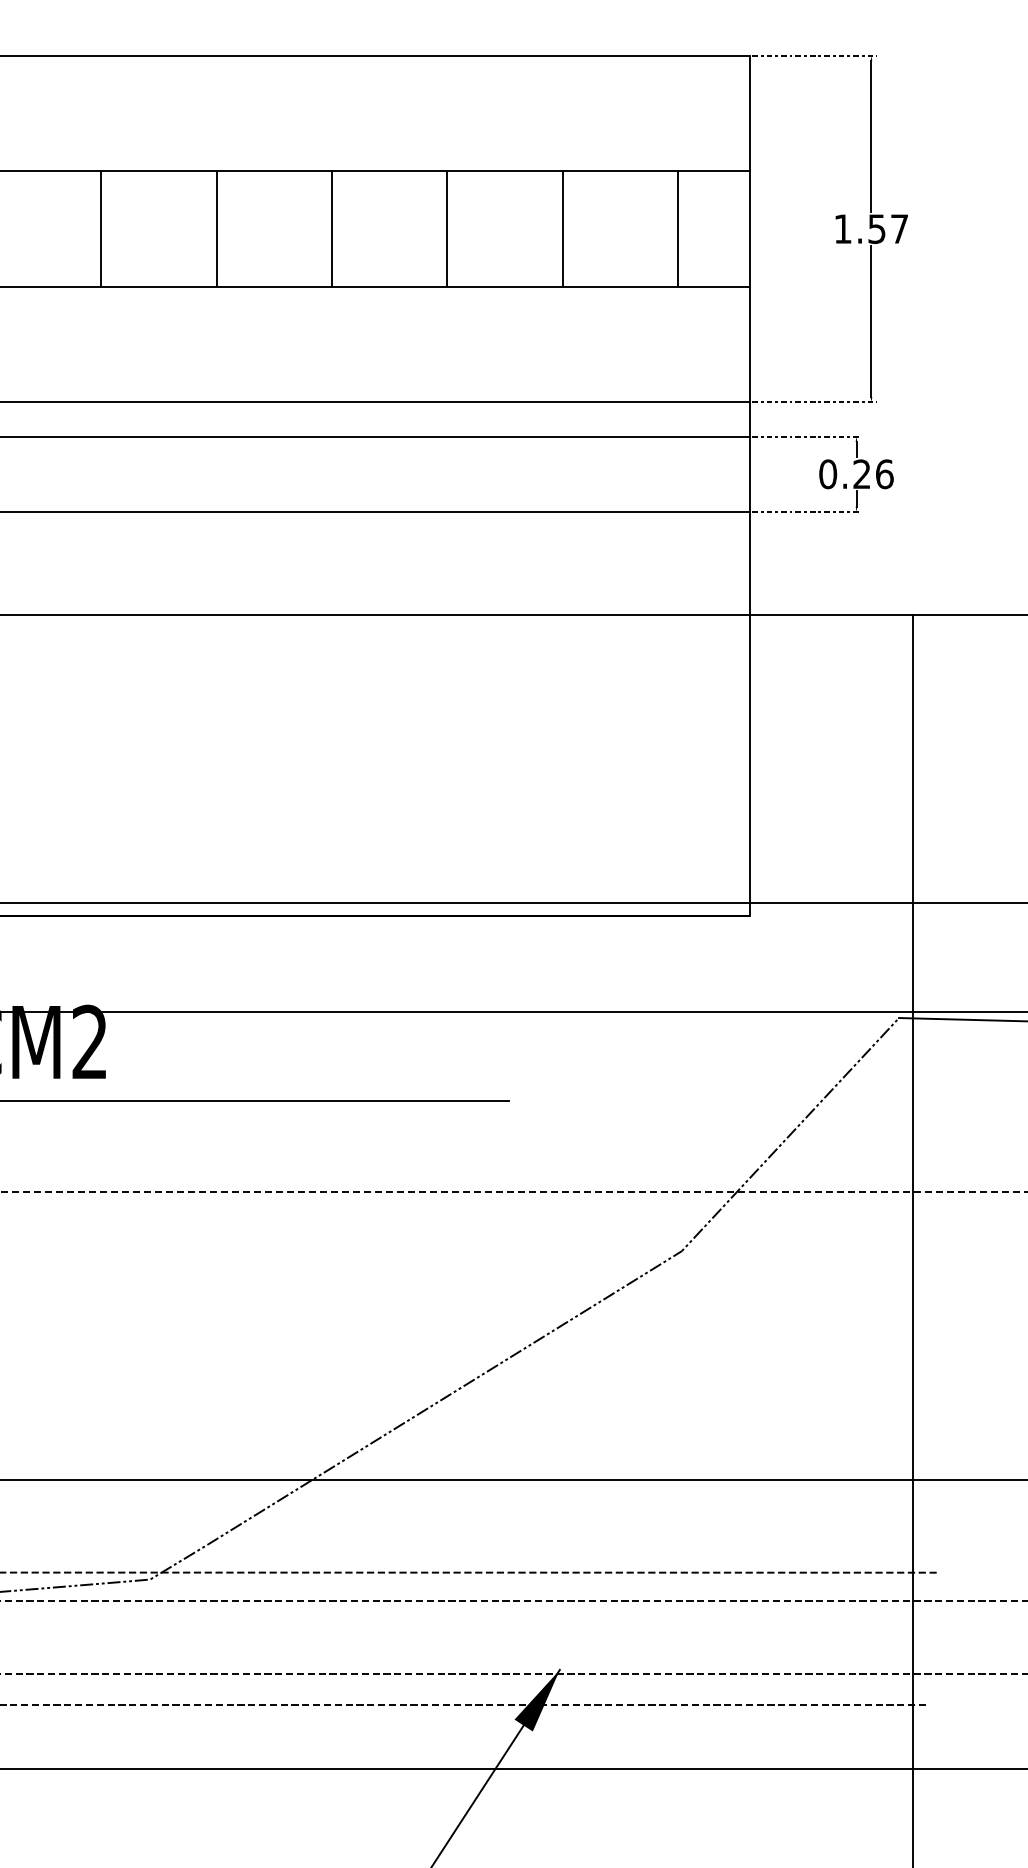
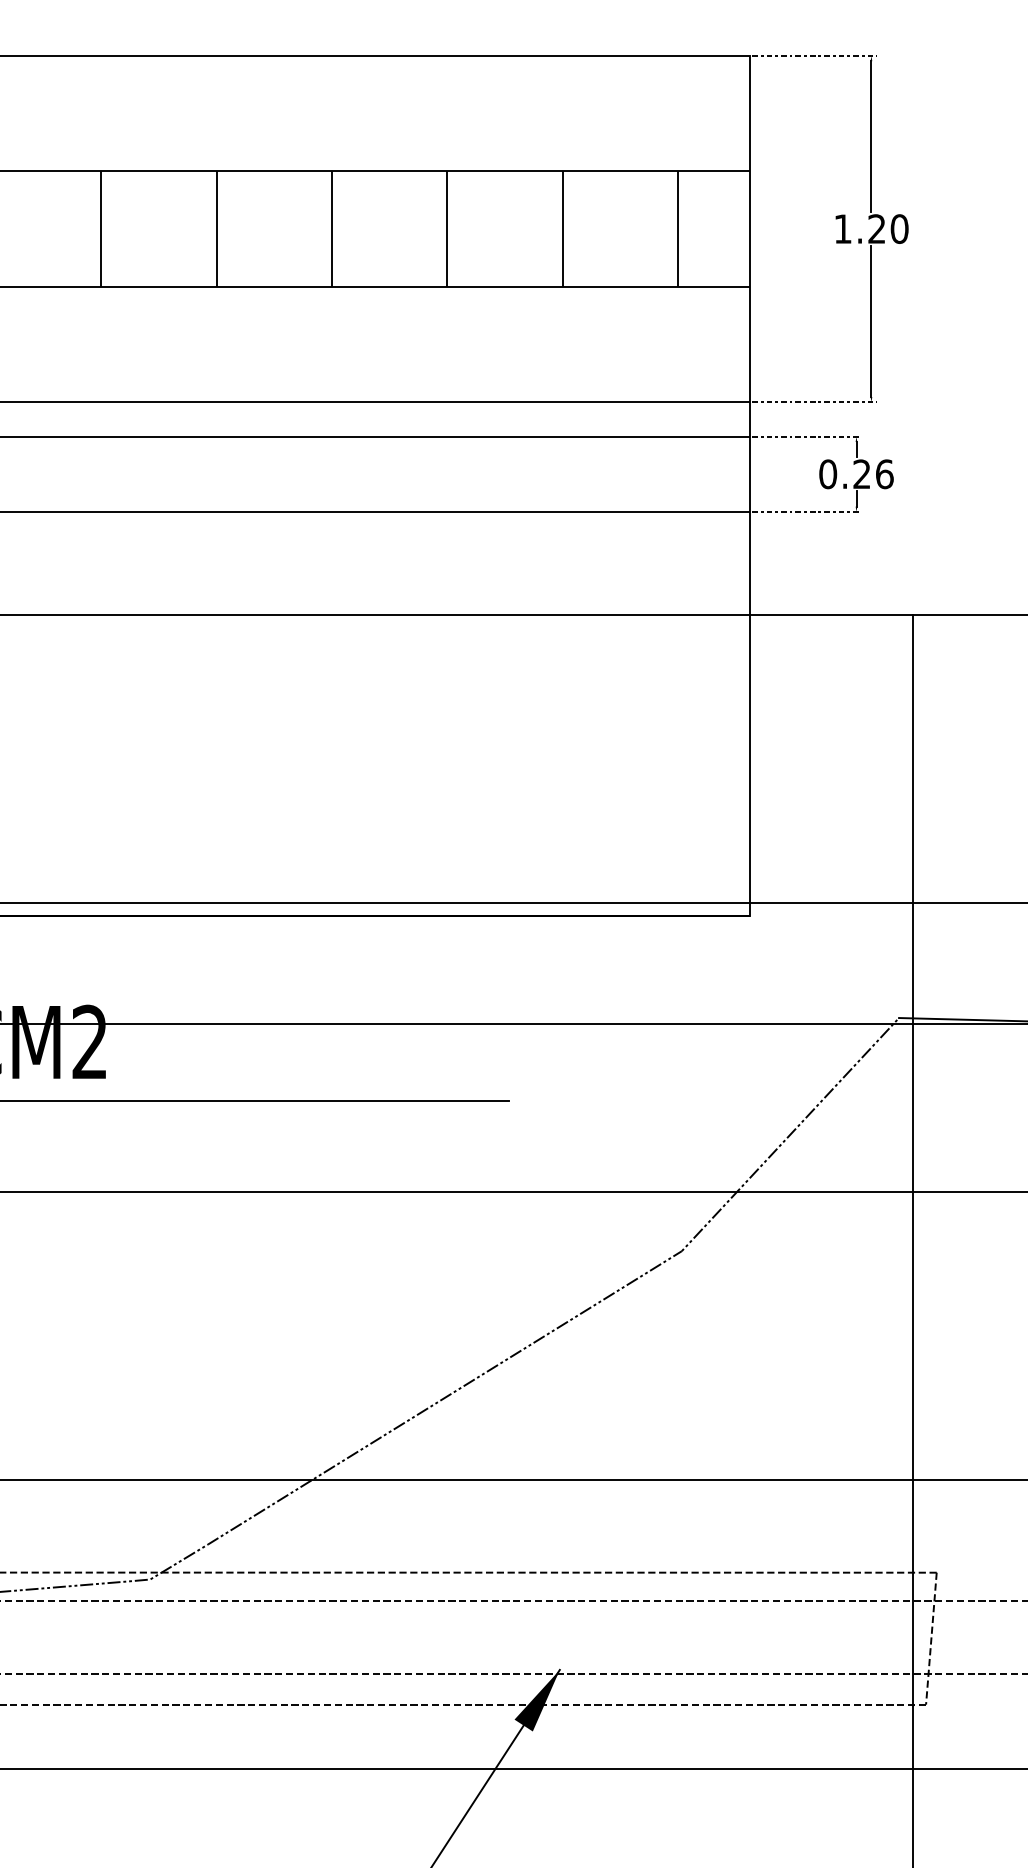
text at (888, 228): 1.57 -> 1.20
line at (513, 1012) position: (513, 1012) -> (513, 1024)
line at (514, 1191): dashed -> solid
line at (931, 1638): none -> present
